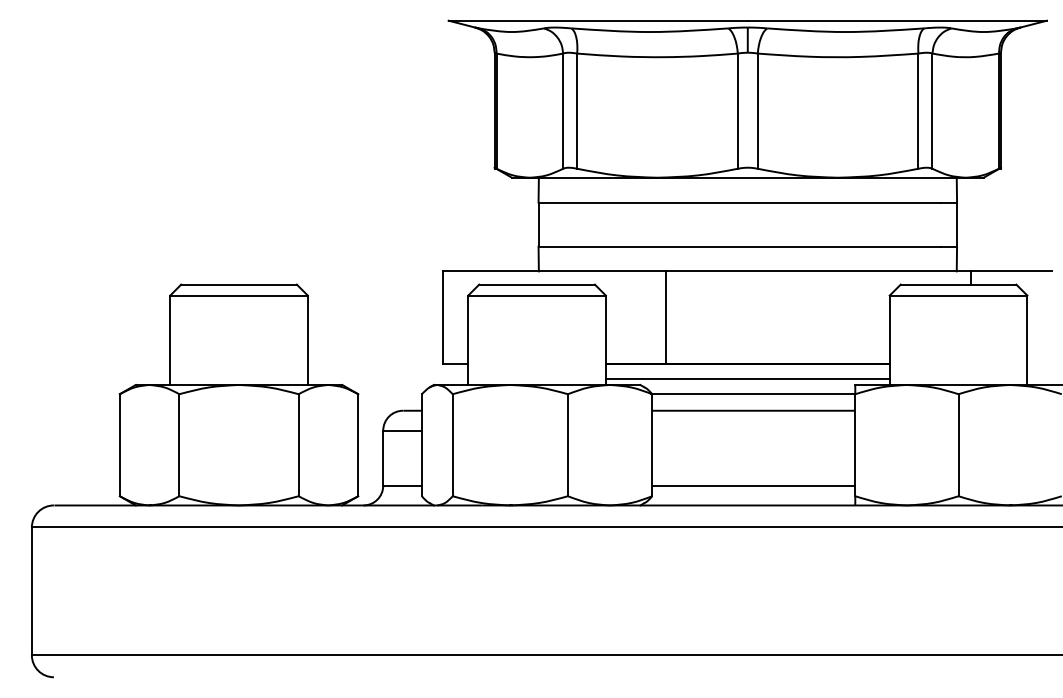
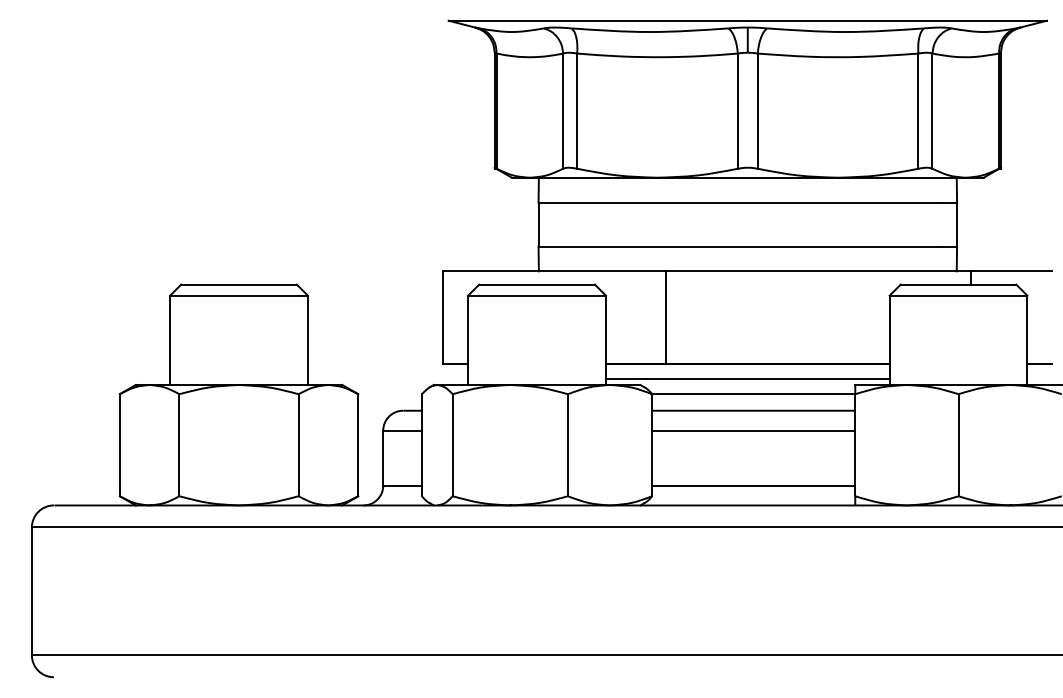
line at (1039, 363): none -> present
line at (753, 430): none -> present
